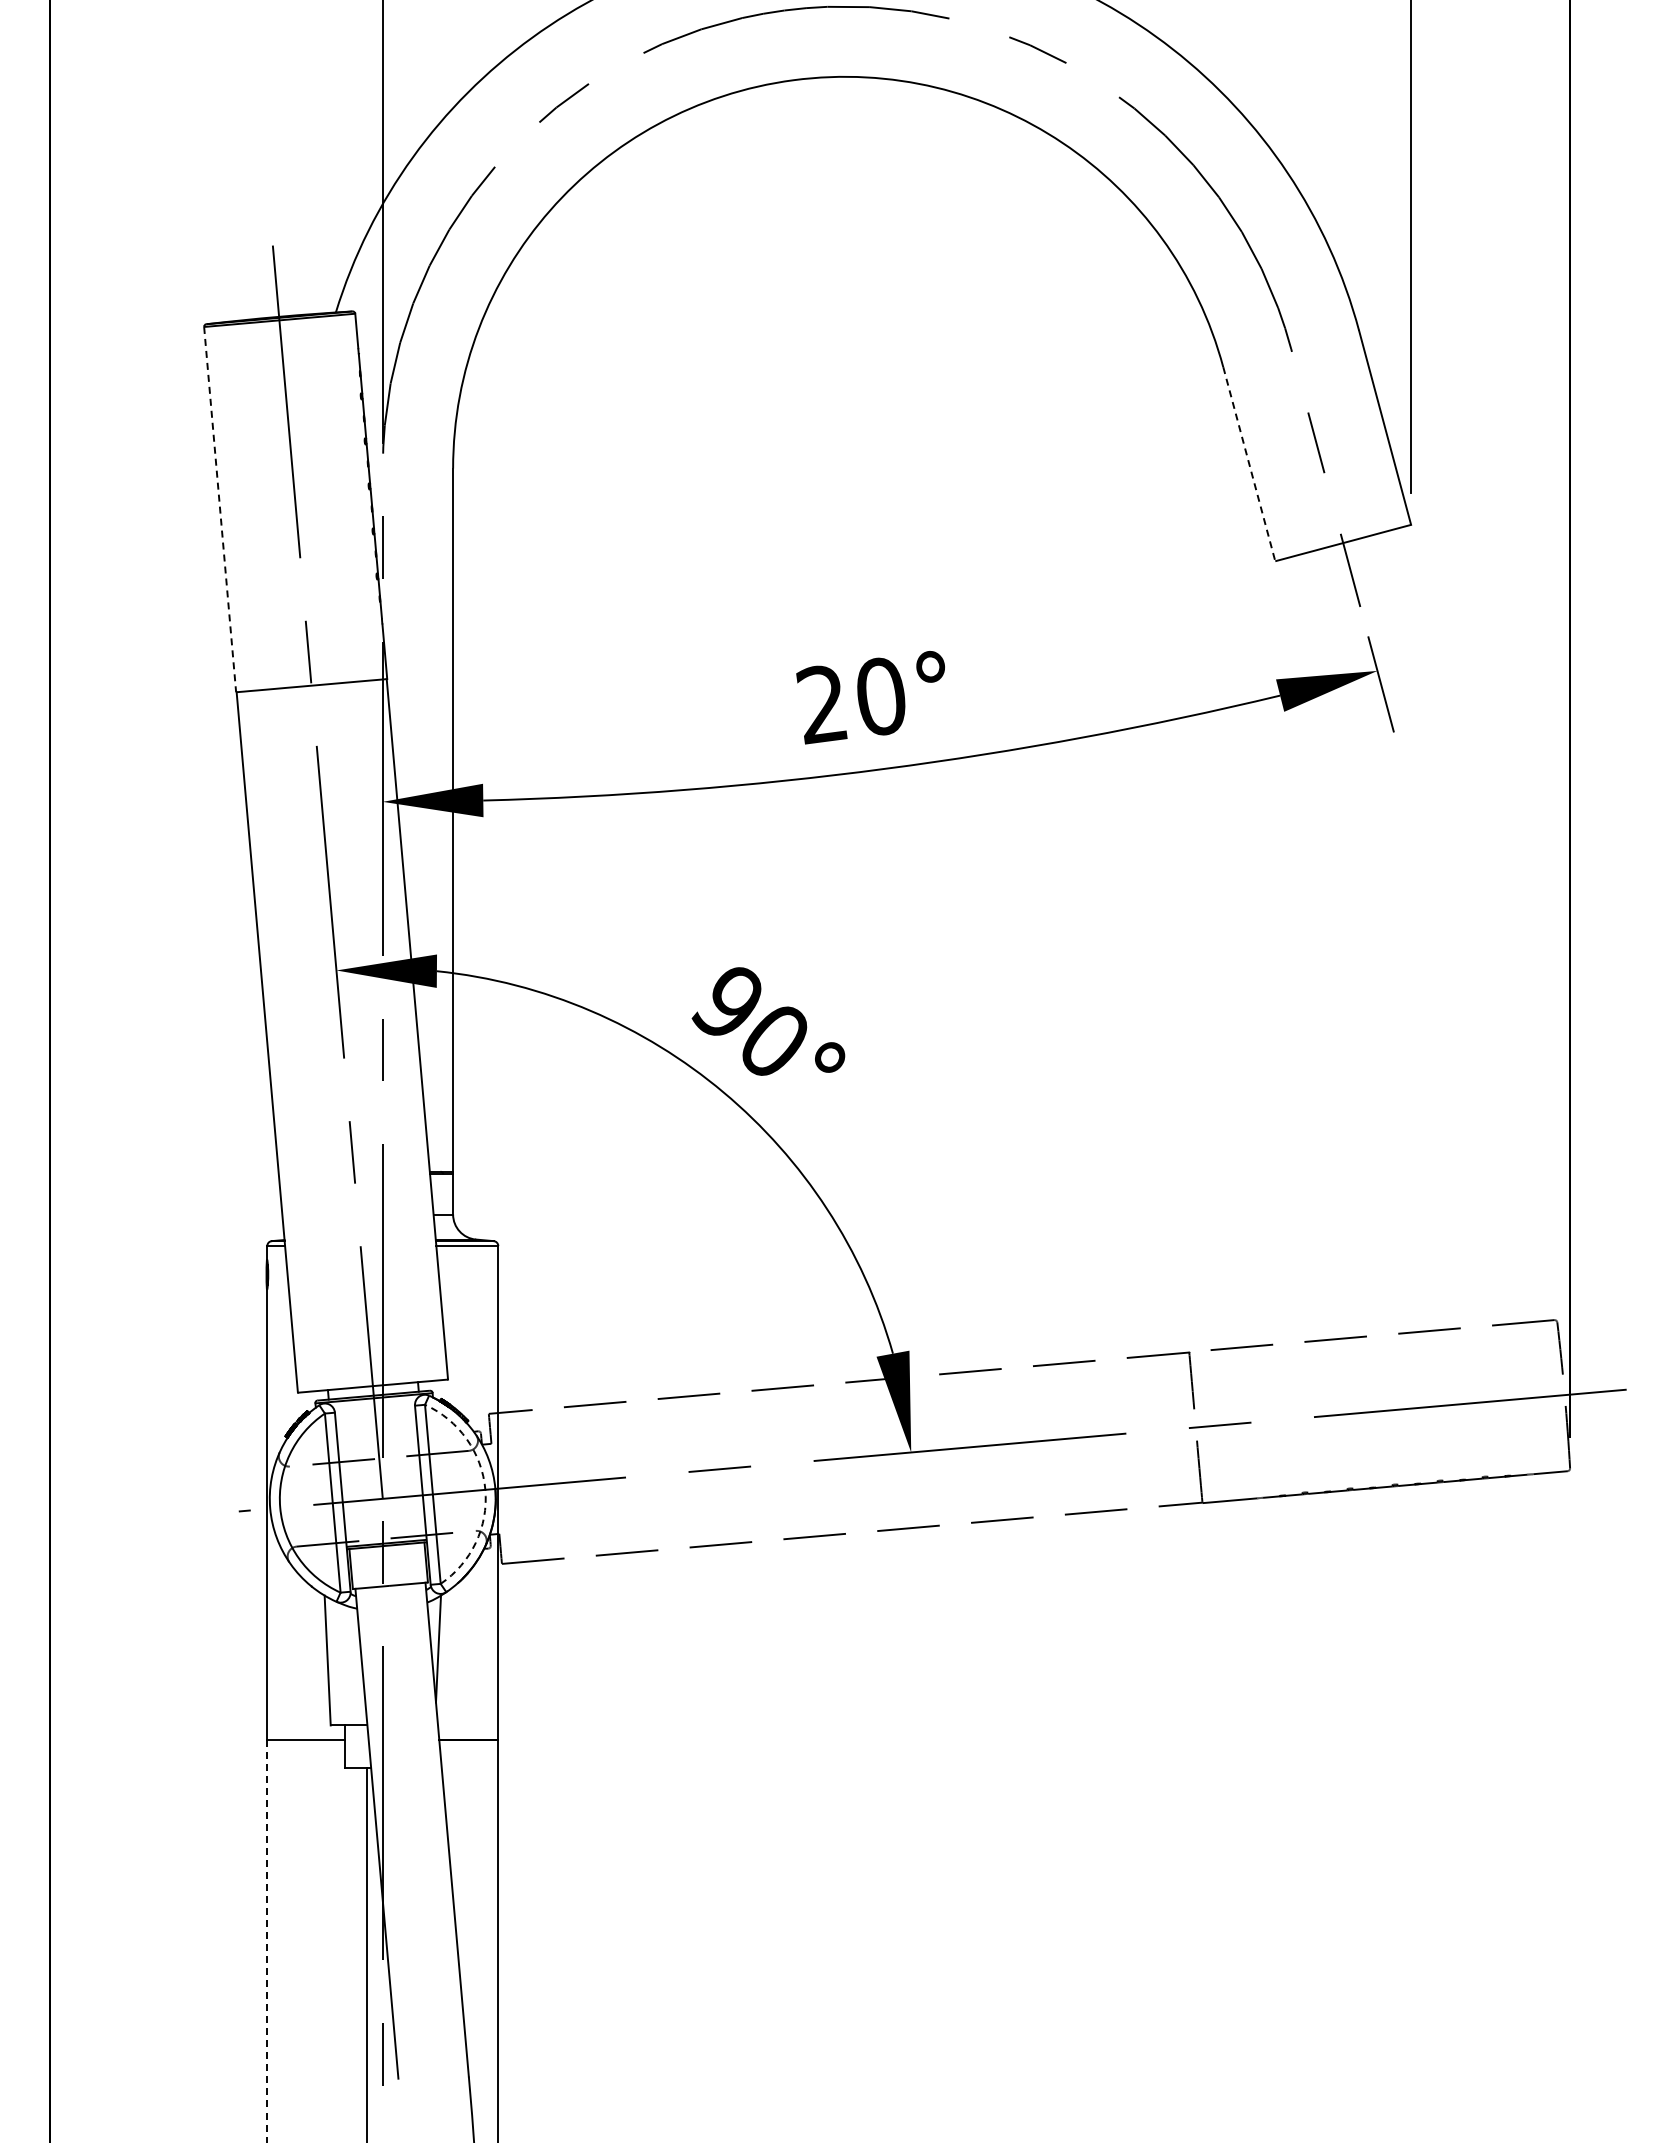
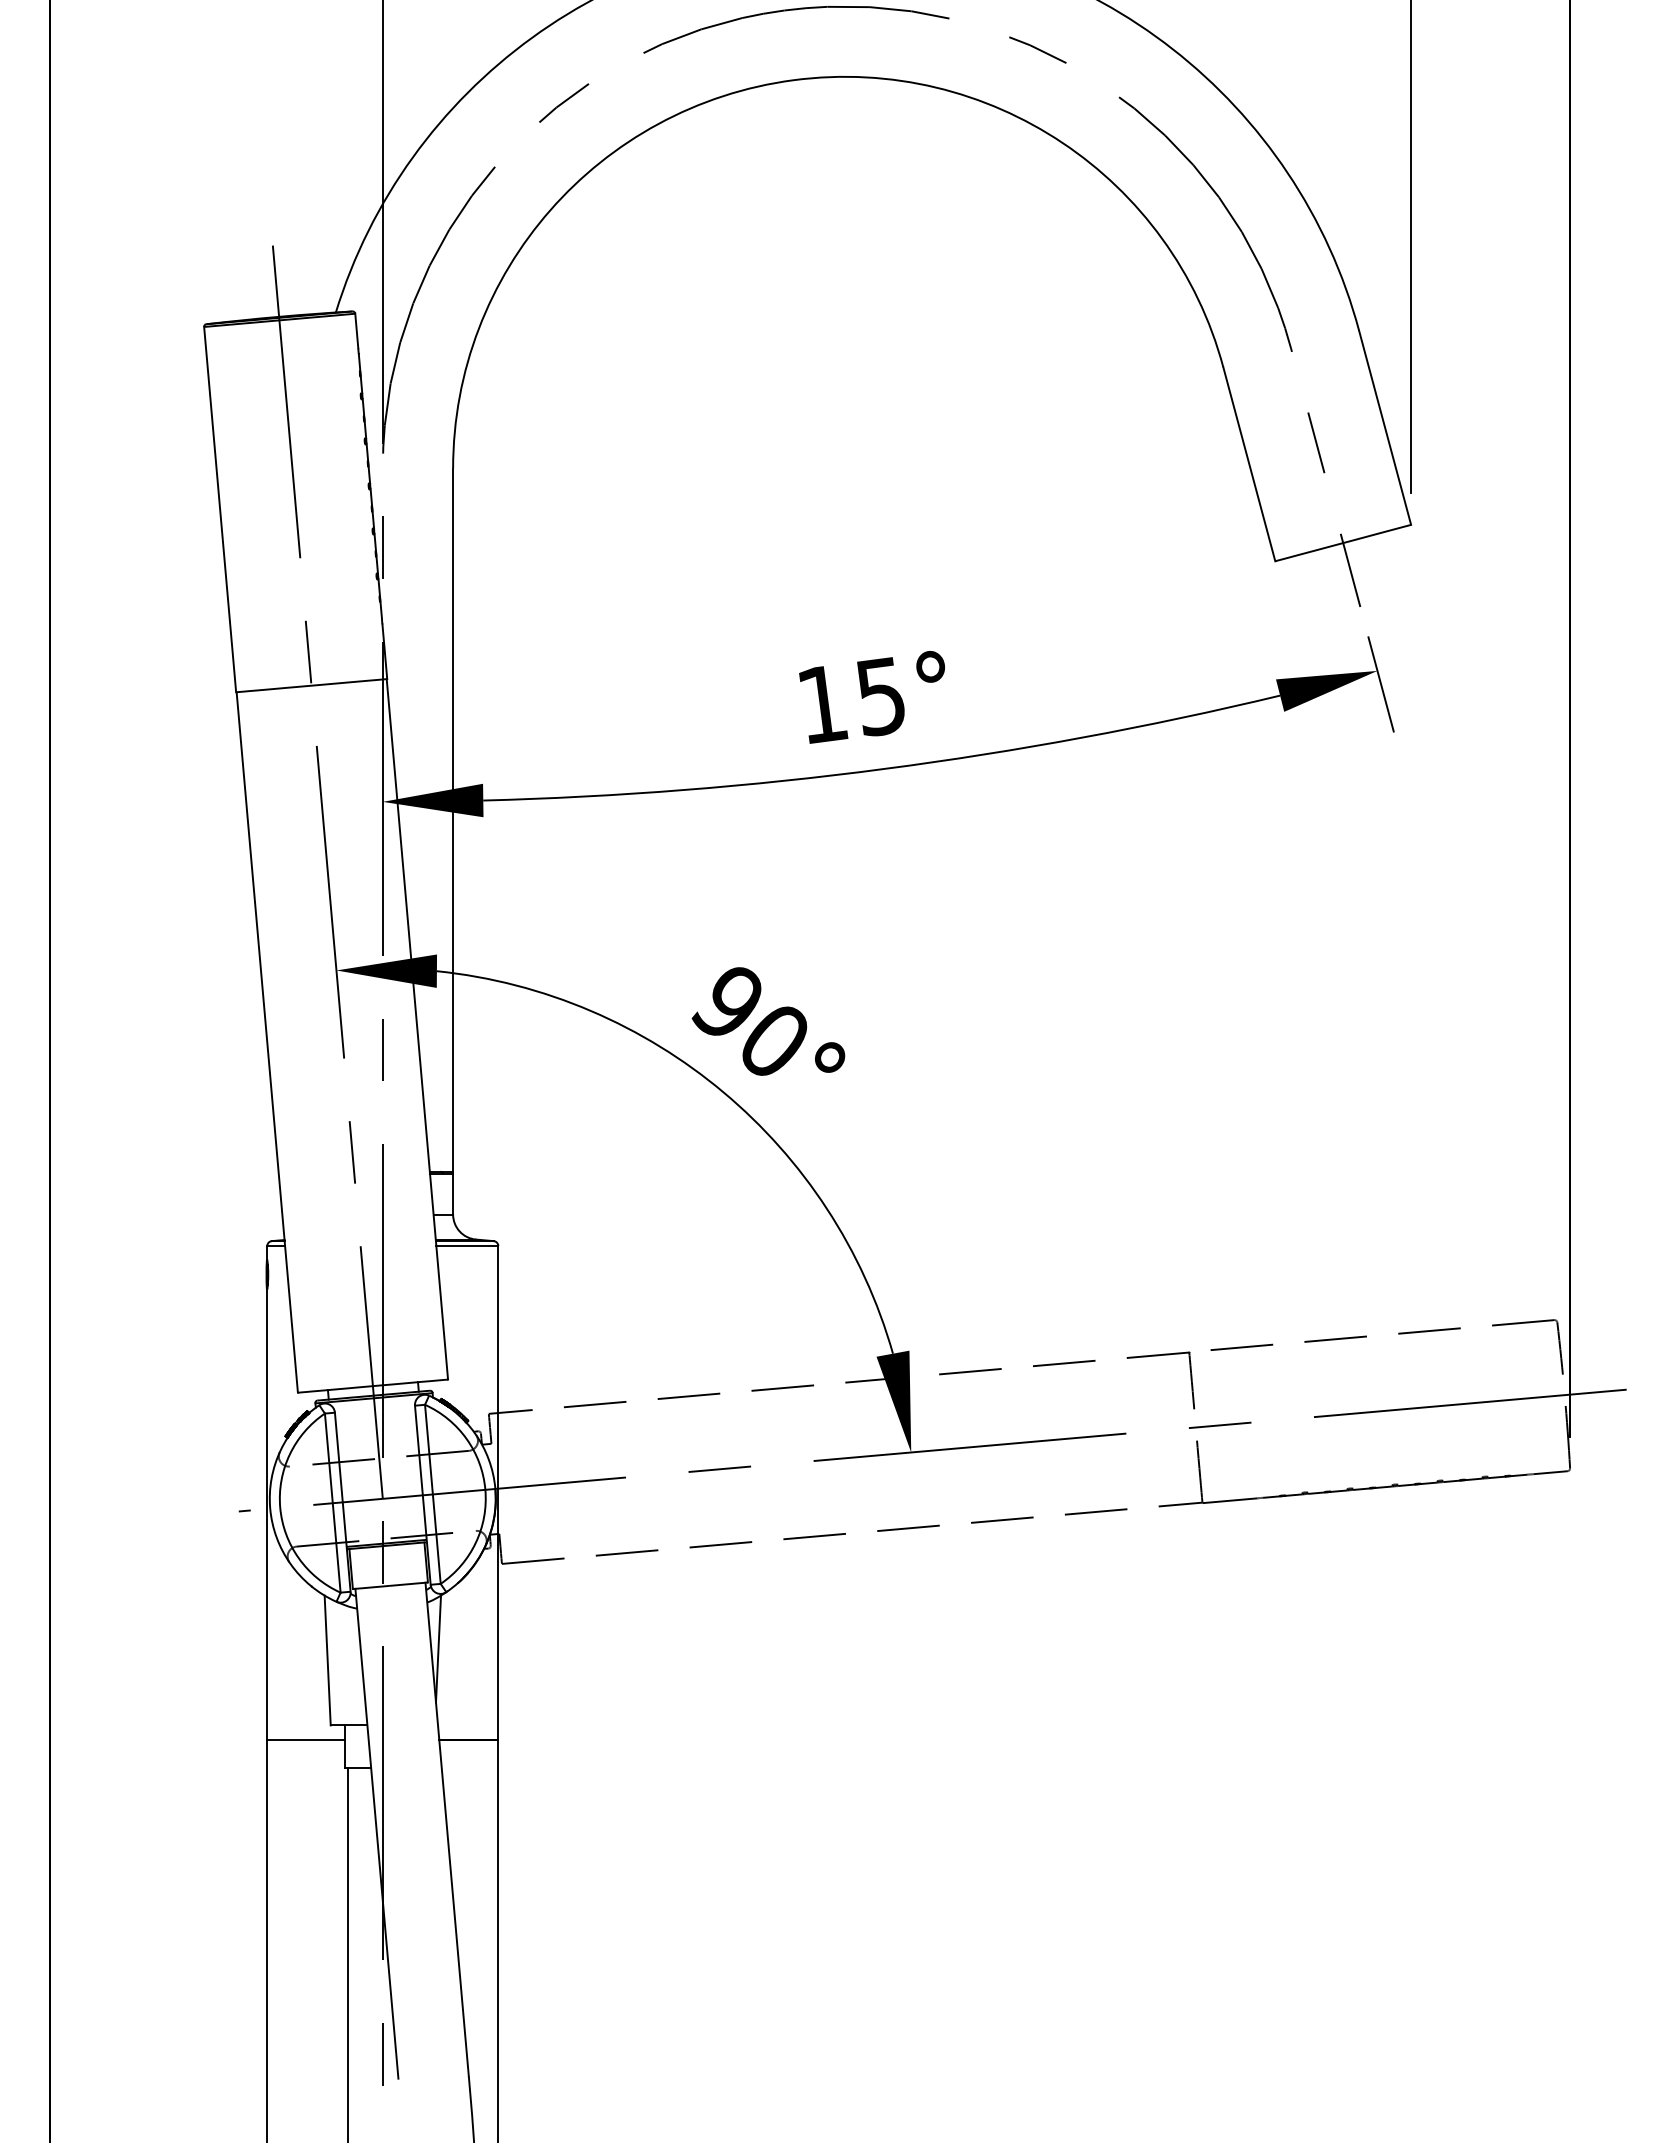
line at (1249, 464): dashed -> solid
line at (220, 510): dashed -> solid
text at (850, 700): 20° -> 15°
arc at (485, 1489): dashed -> solid
line at (267, 1941): dashed -> solid
line at (366, 1953) position: (366, 1953) -> (347, 1953)
